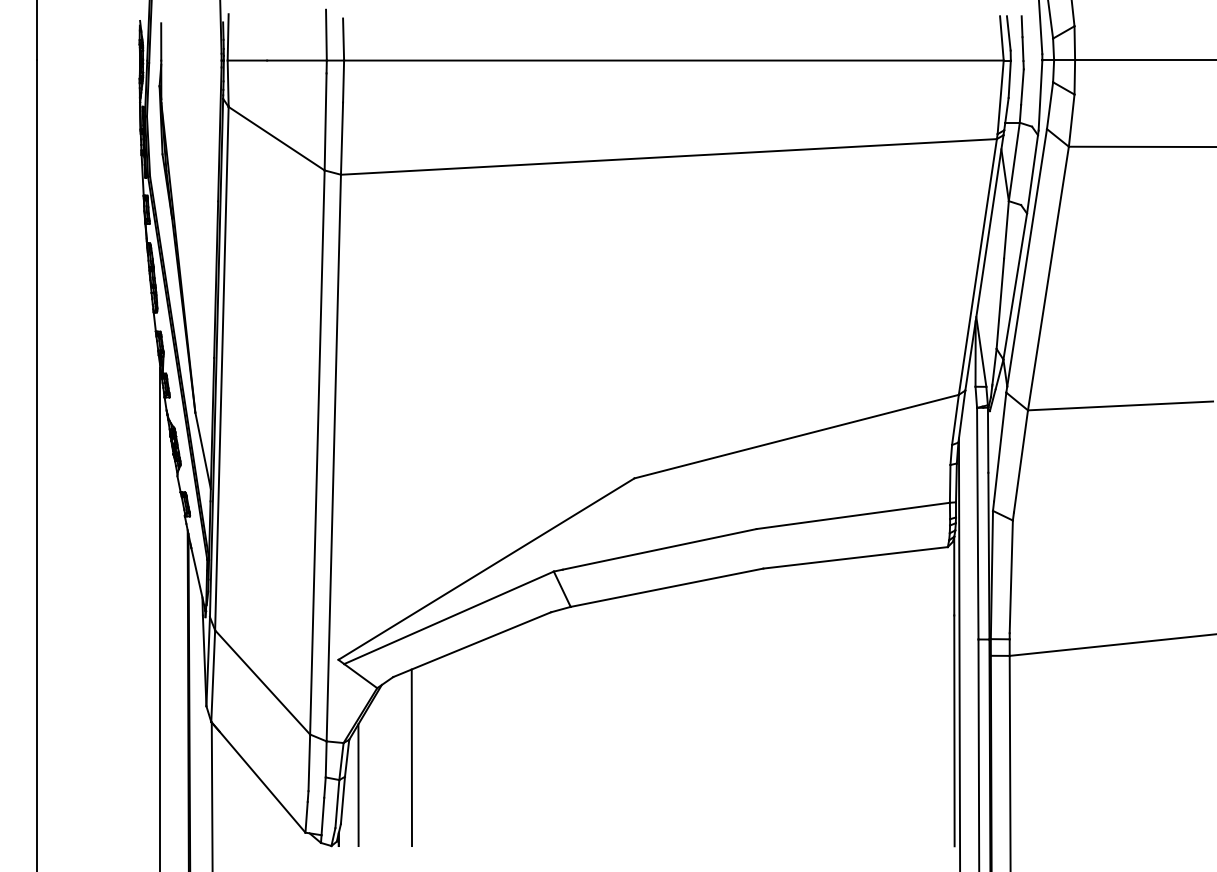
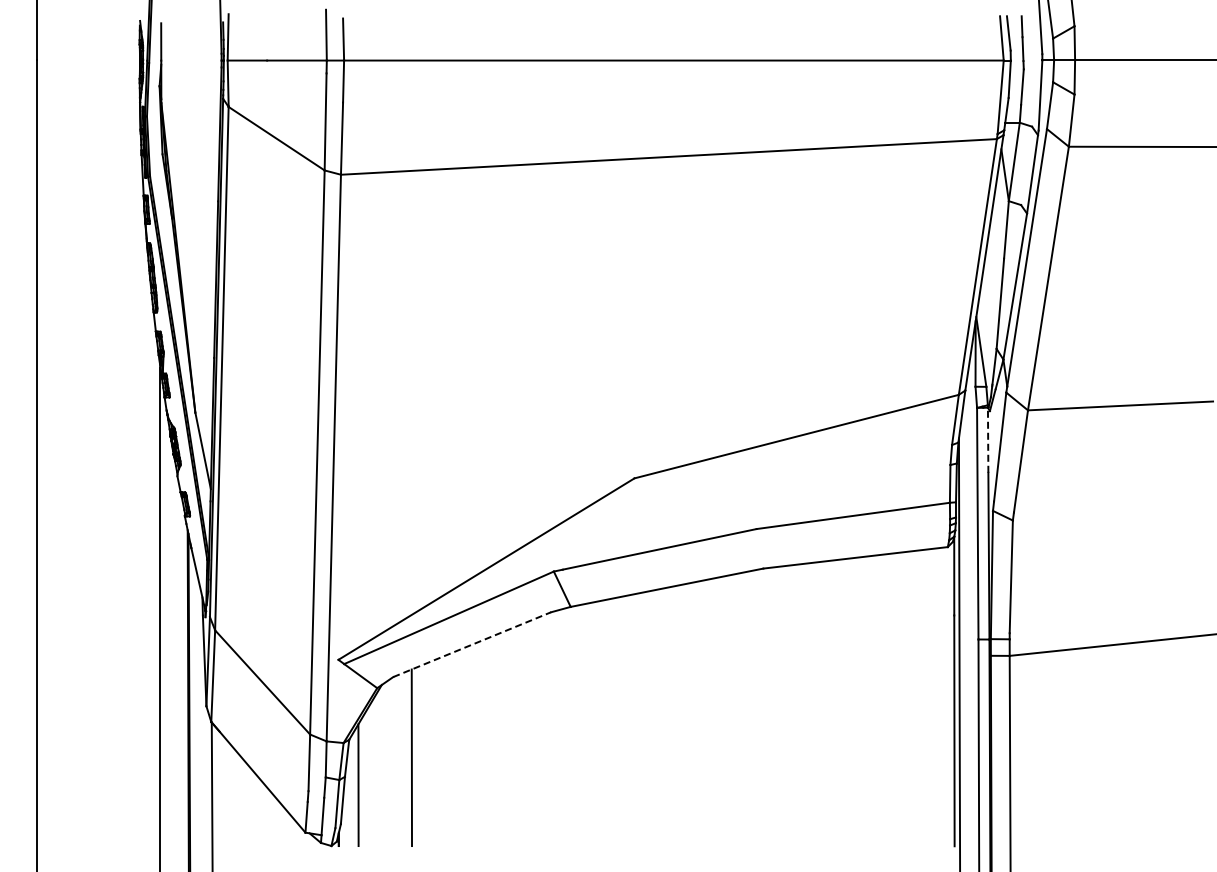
line at (988, 440): solid -> dashed
line at (472, 644): solid -> dashed
